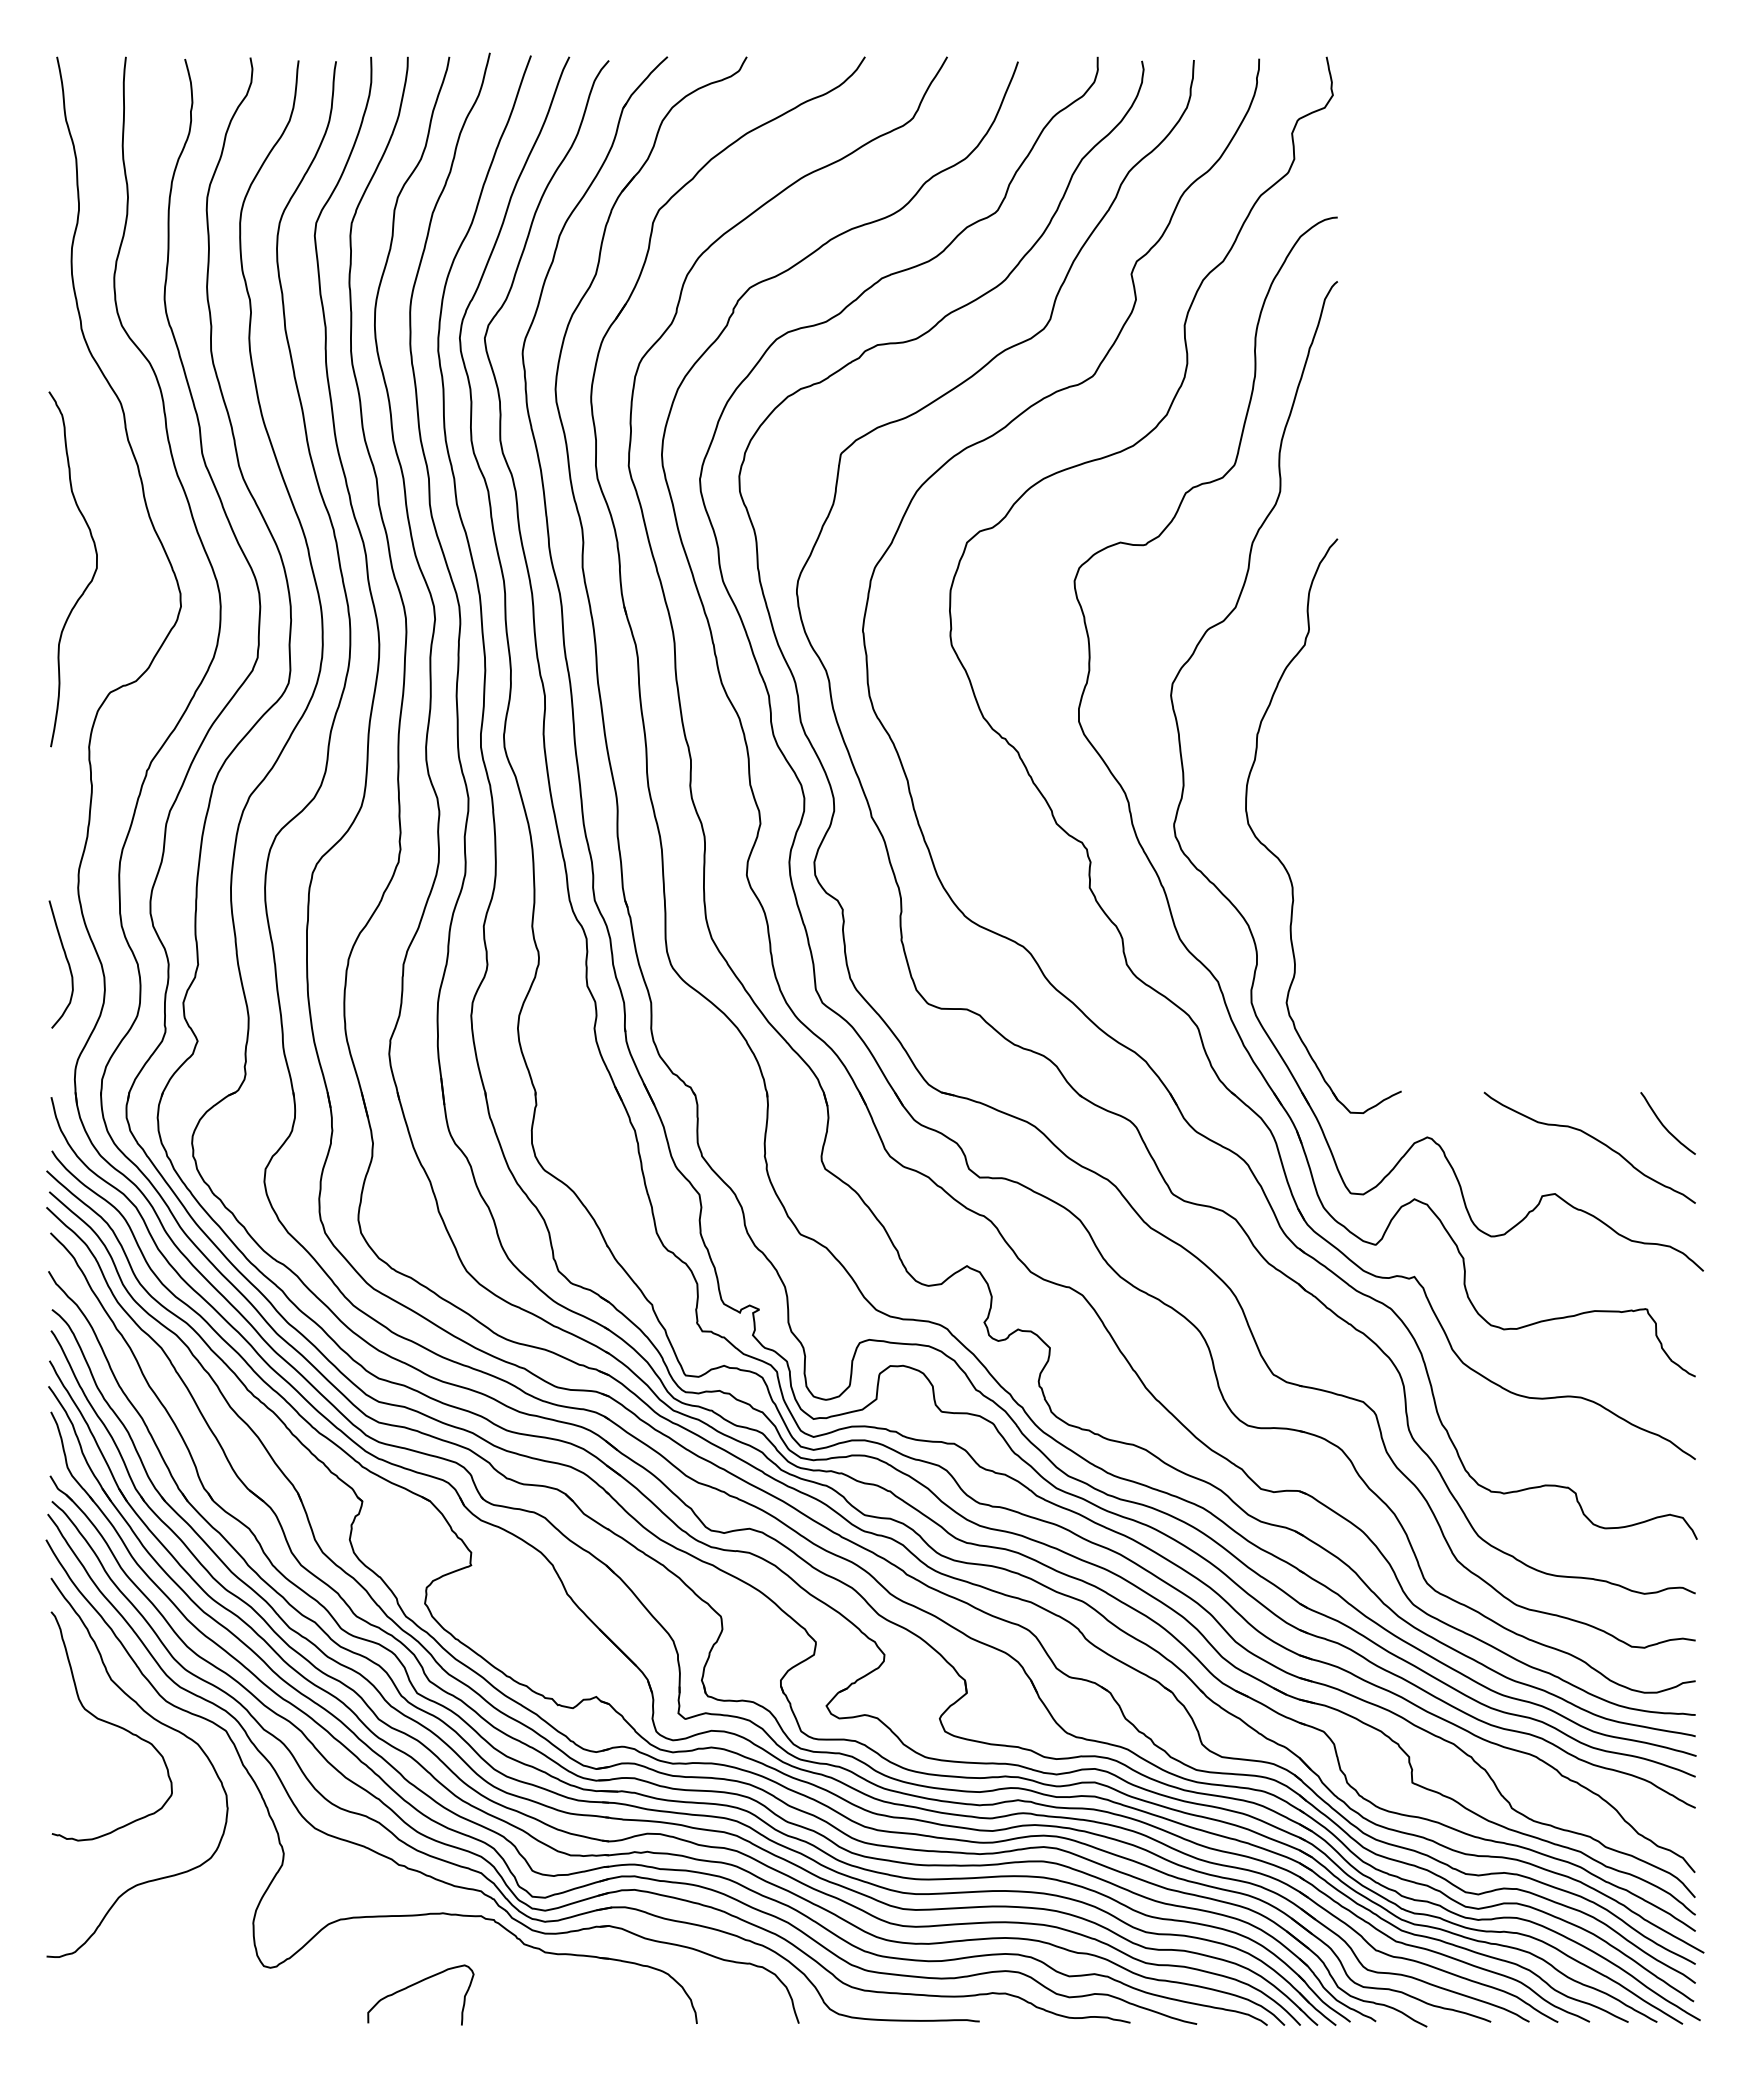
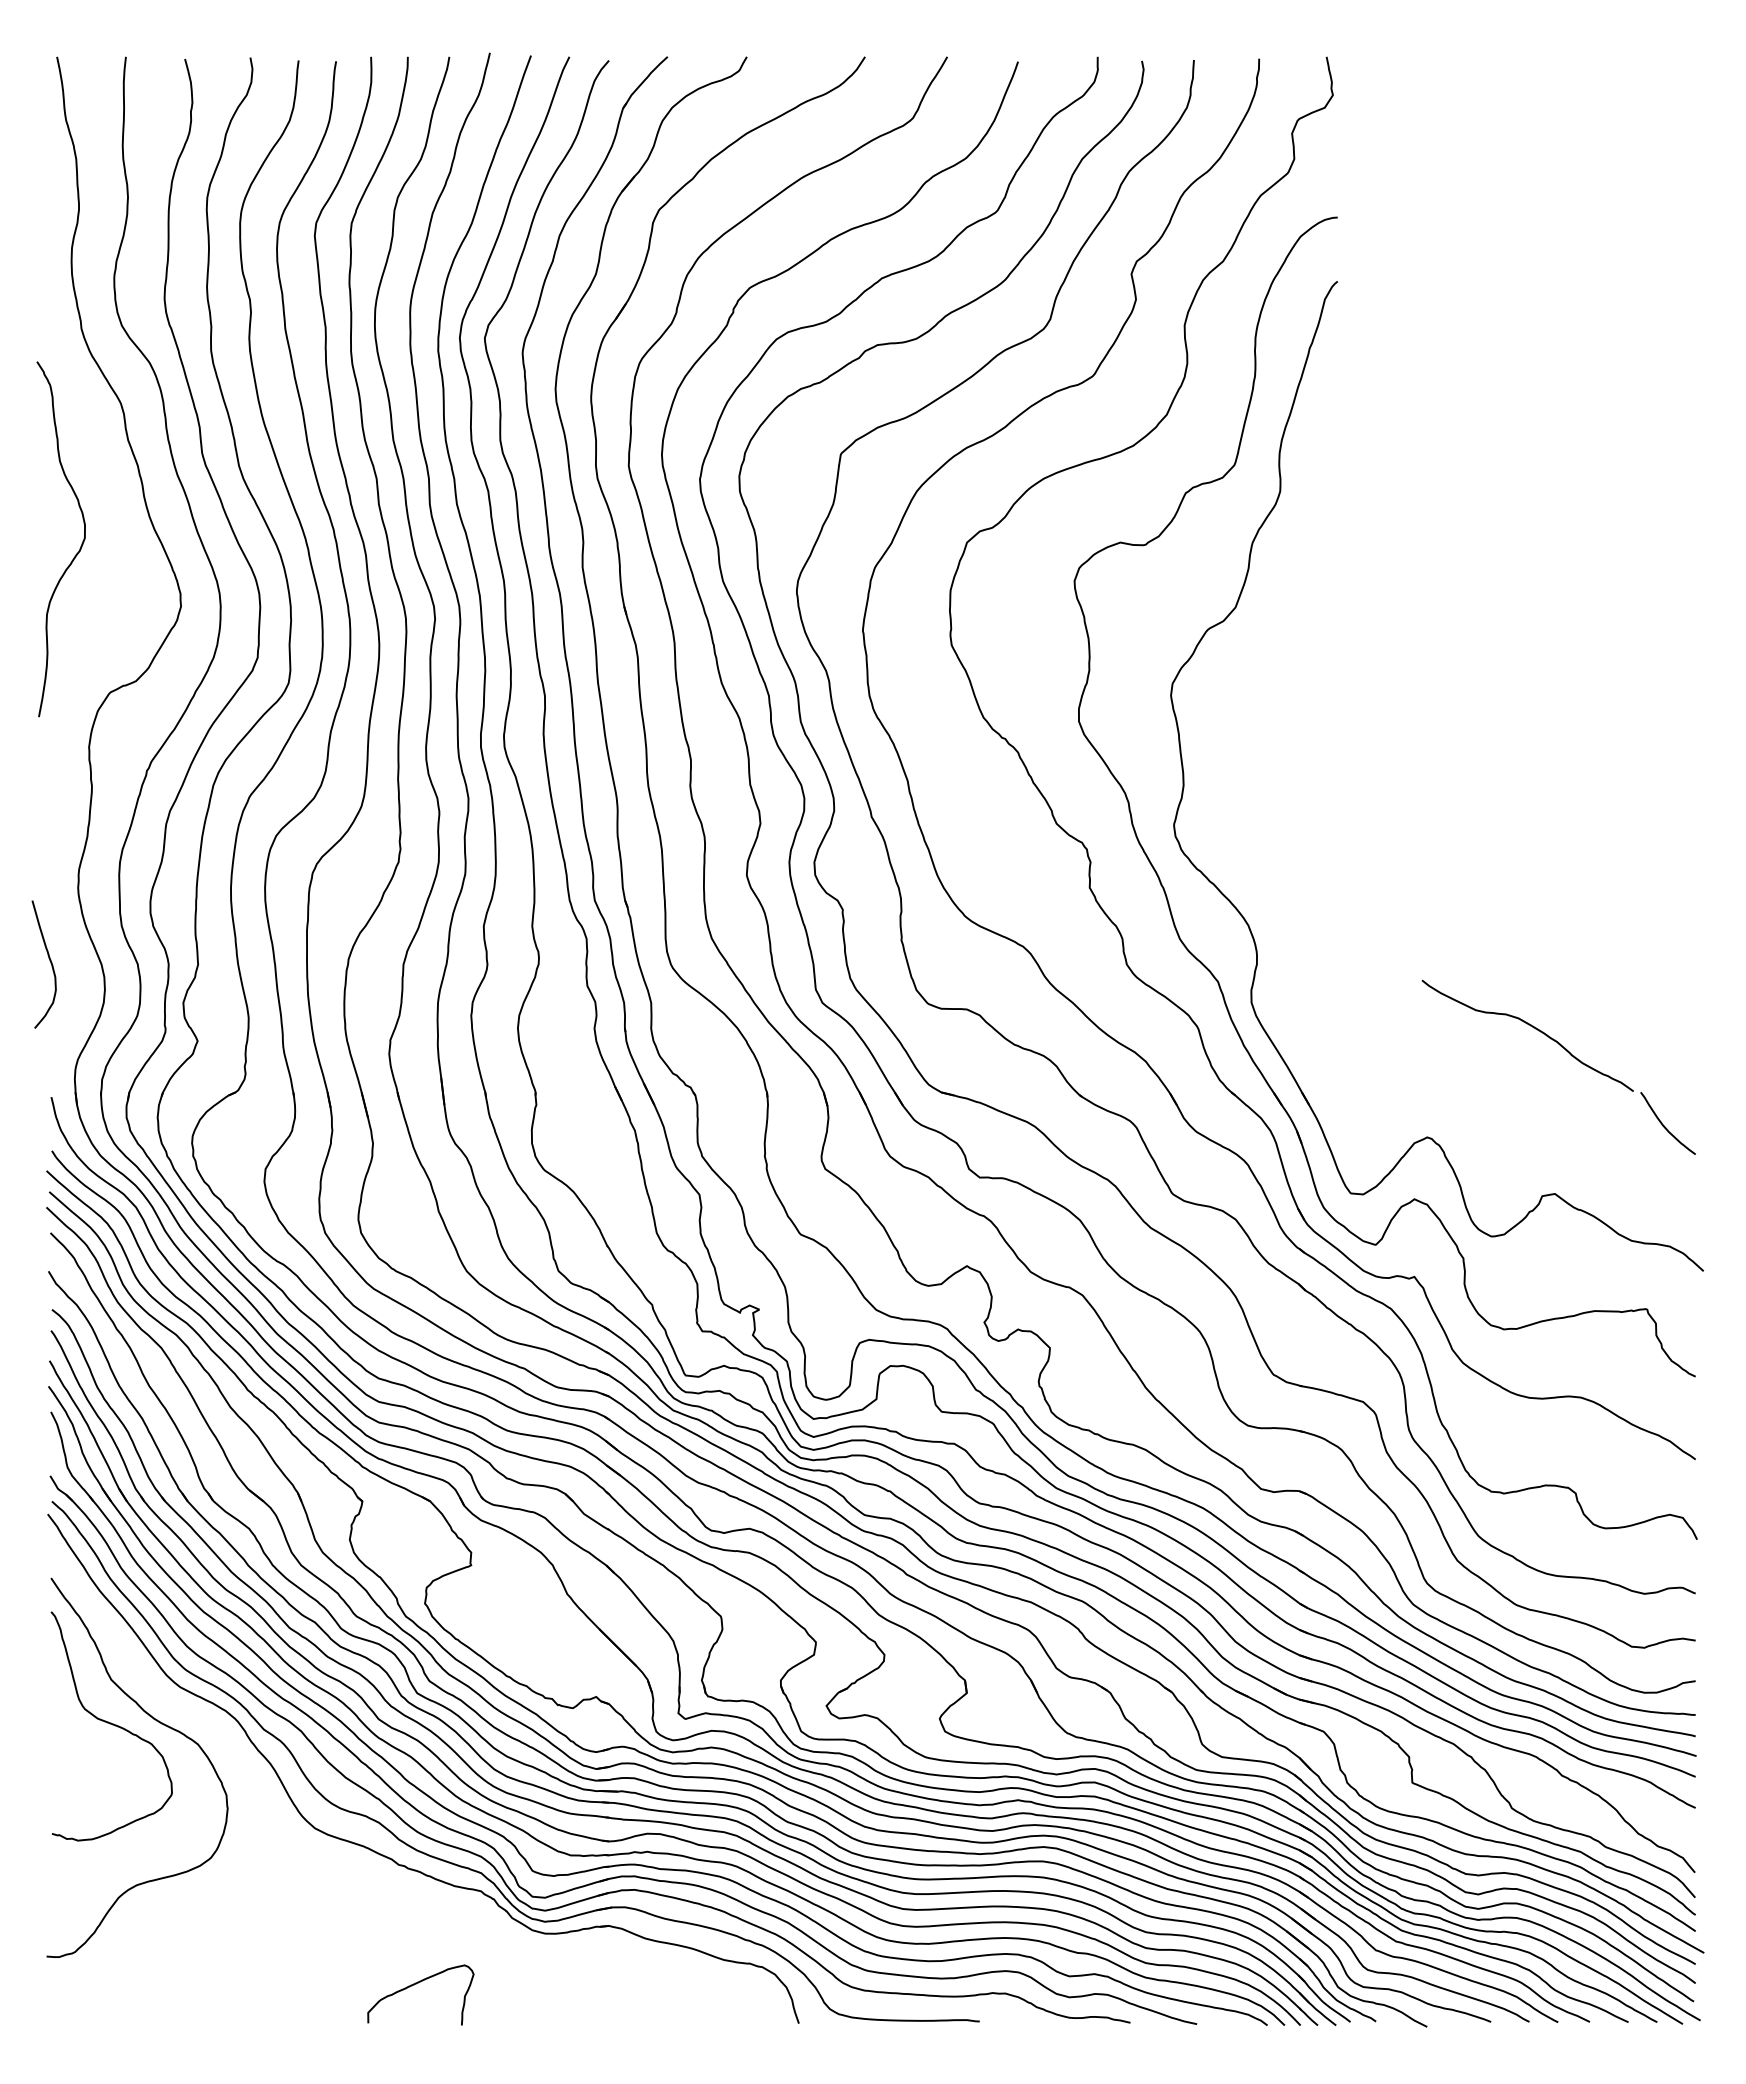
curve at (91, 578) position: (91, 578) -> (79, 548)
part at (1280, 859): present -> none
curve at (66, 961) position: (66, 961) -> (49, 961)
curve at (1595, 1140) position: (1595, 1140) -> (1533, 1028)
part at (275, 1824): present -> none
